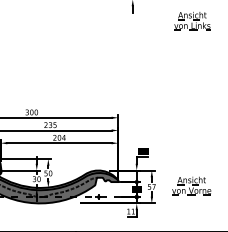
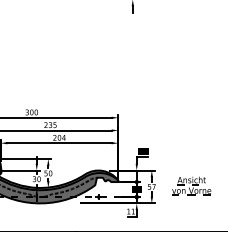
part at (192, 20): present -> none
